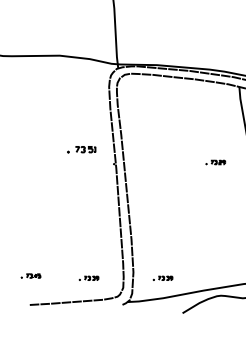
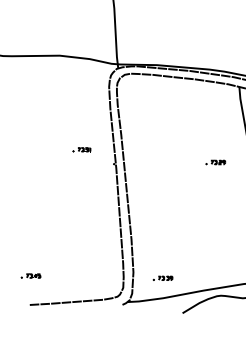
part at (81, 149) size: 30x8 px -> 20x6 px
part at (88, 277): present -> none
